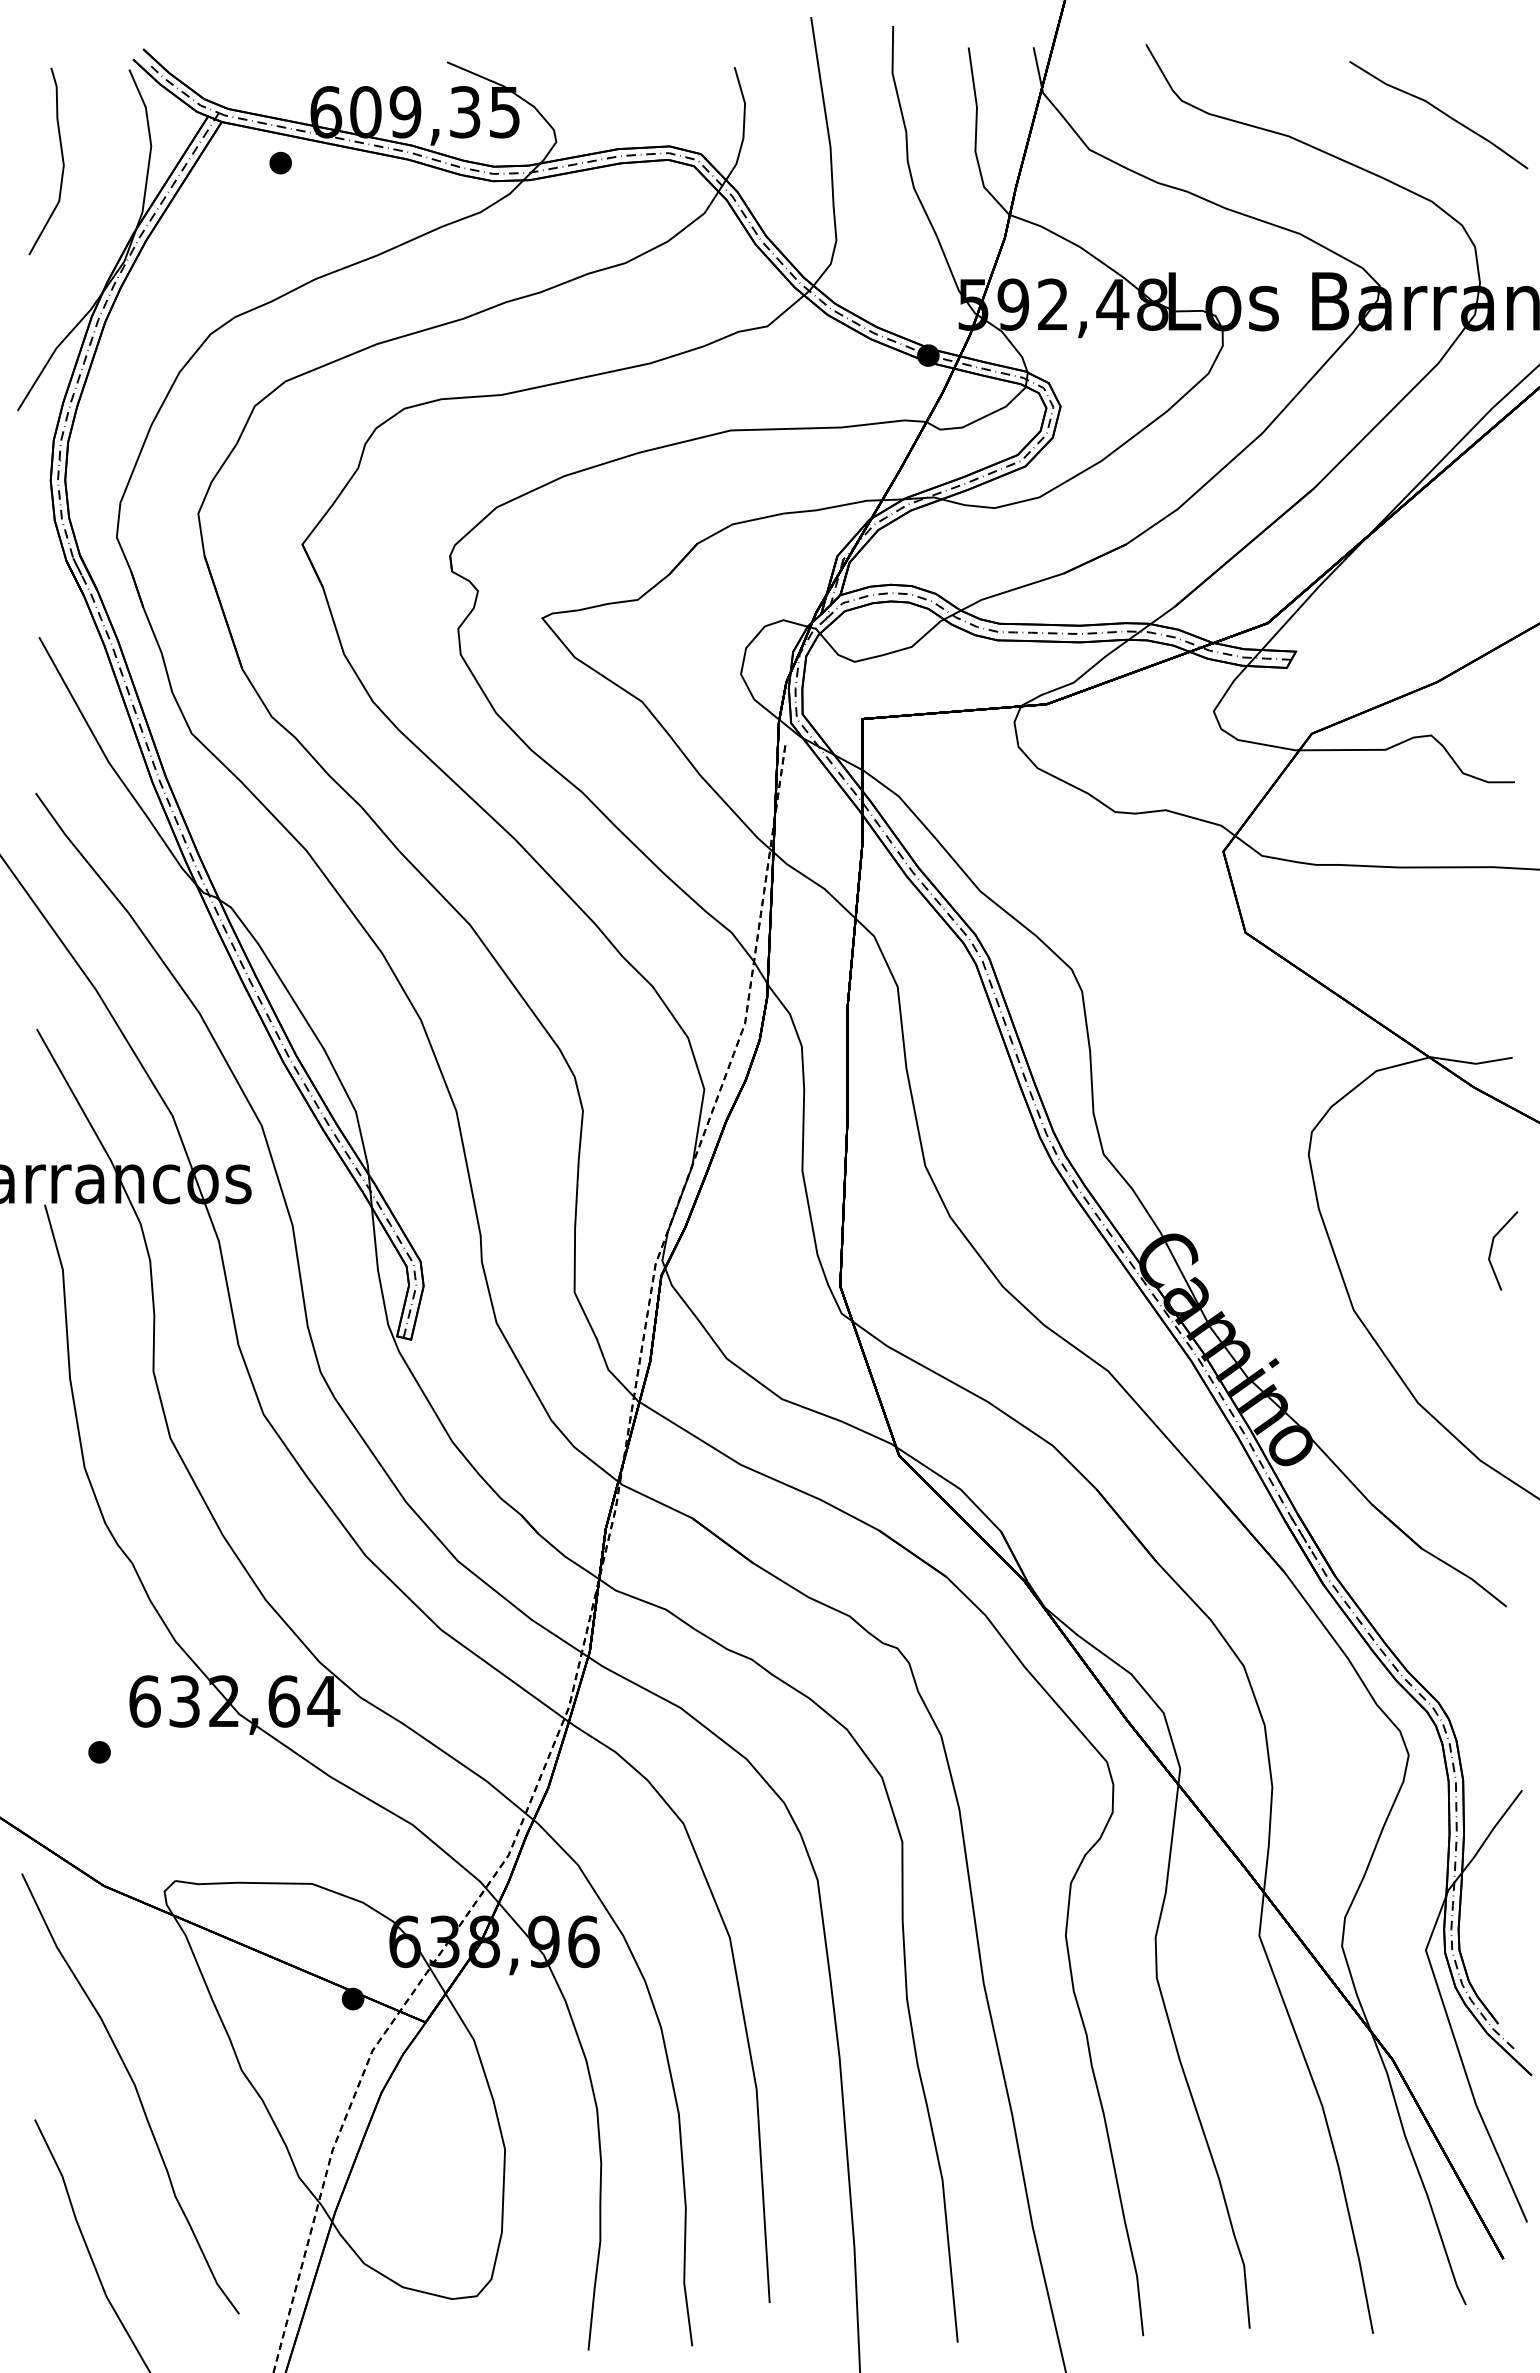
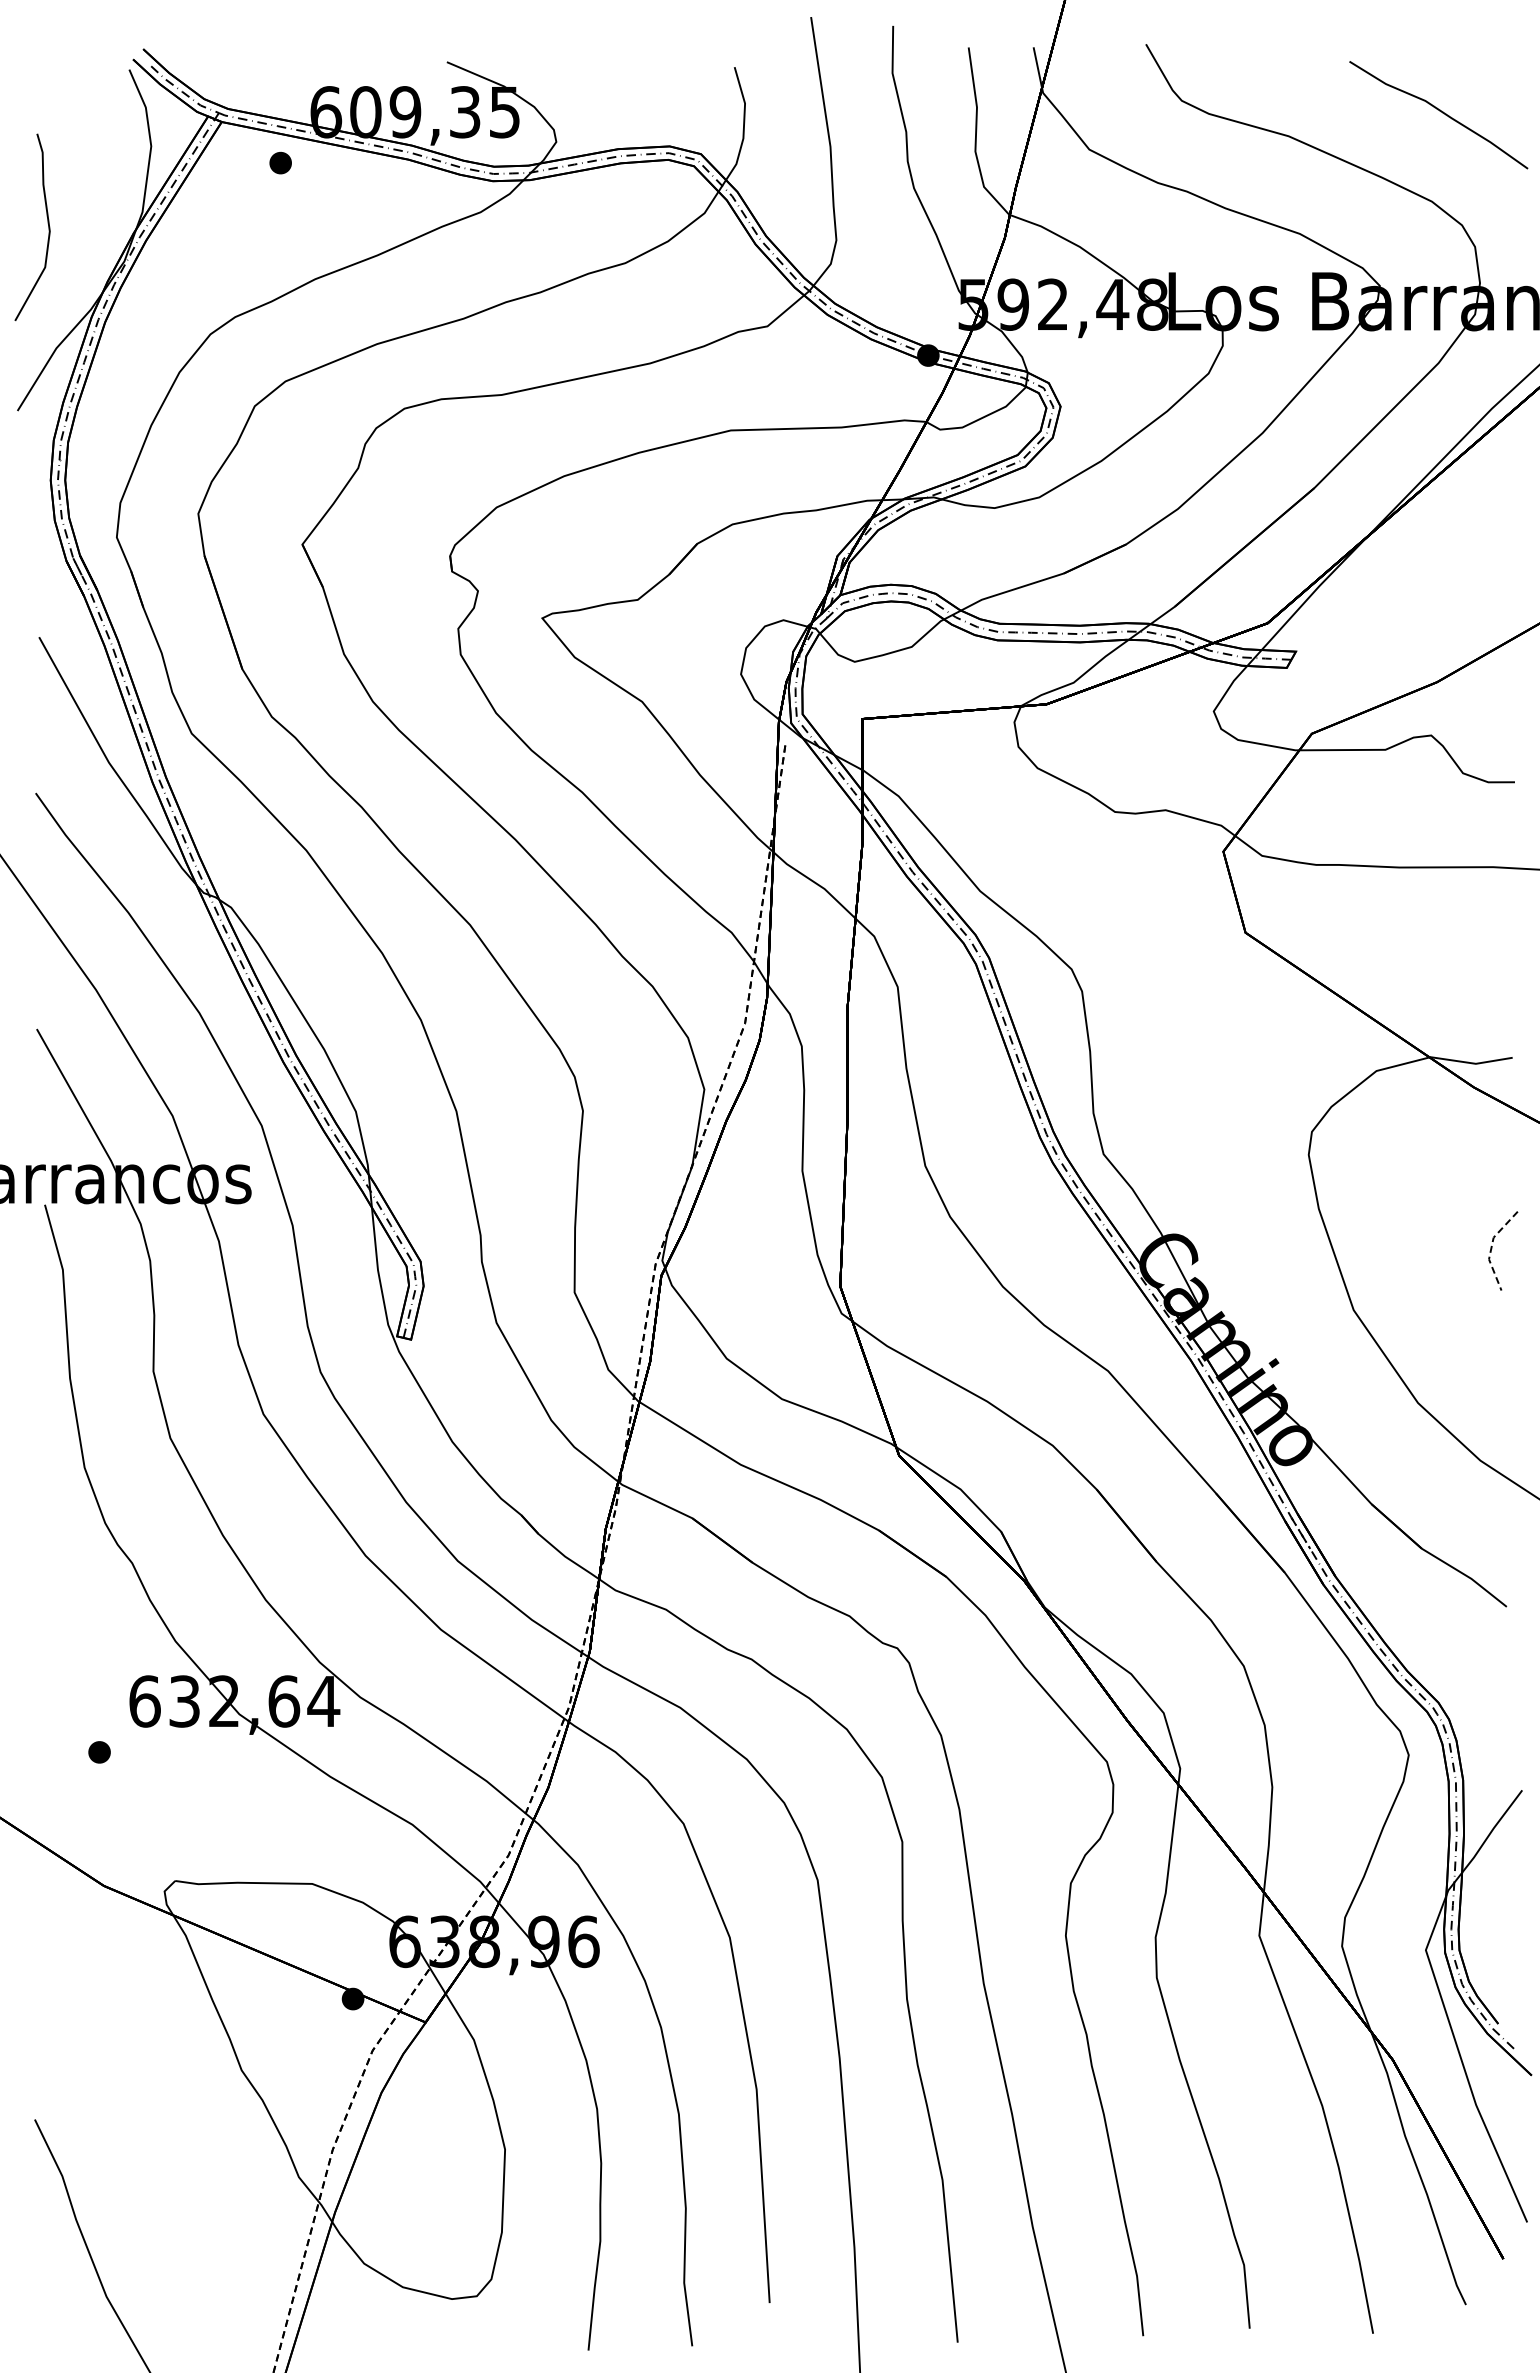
curve at (61, 157) position: (61, 157) -> (47, 223)
line at (1491, 1248): solid -> dashed
curve at (135, 2090): present -> none
